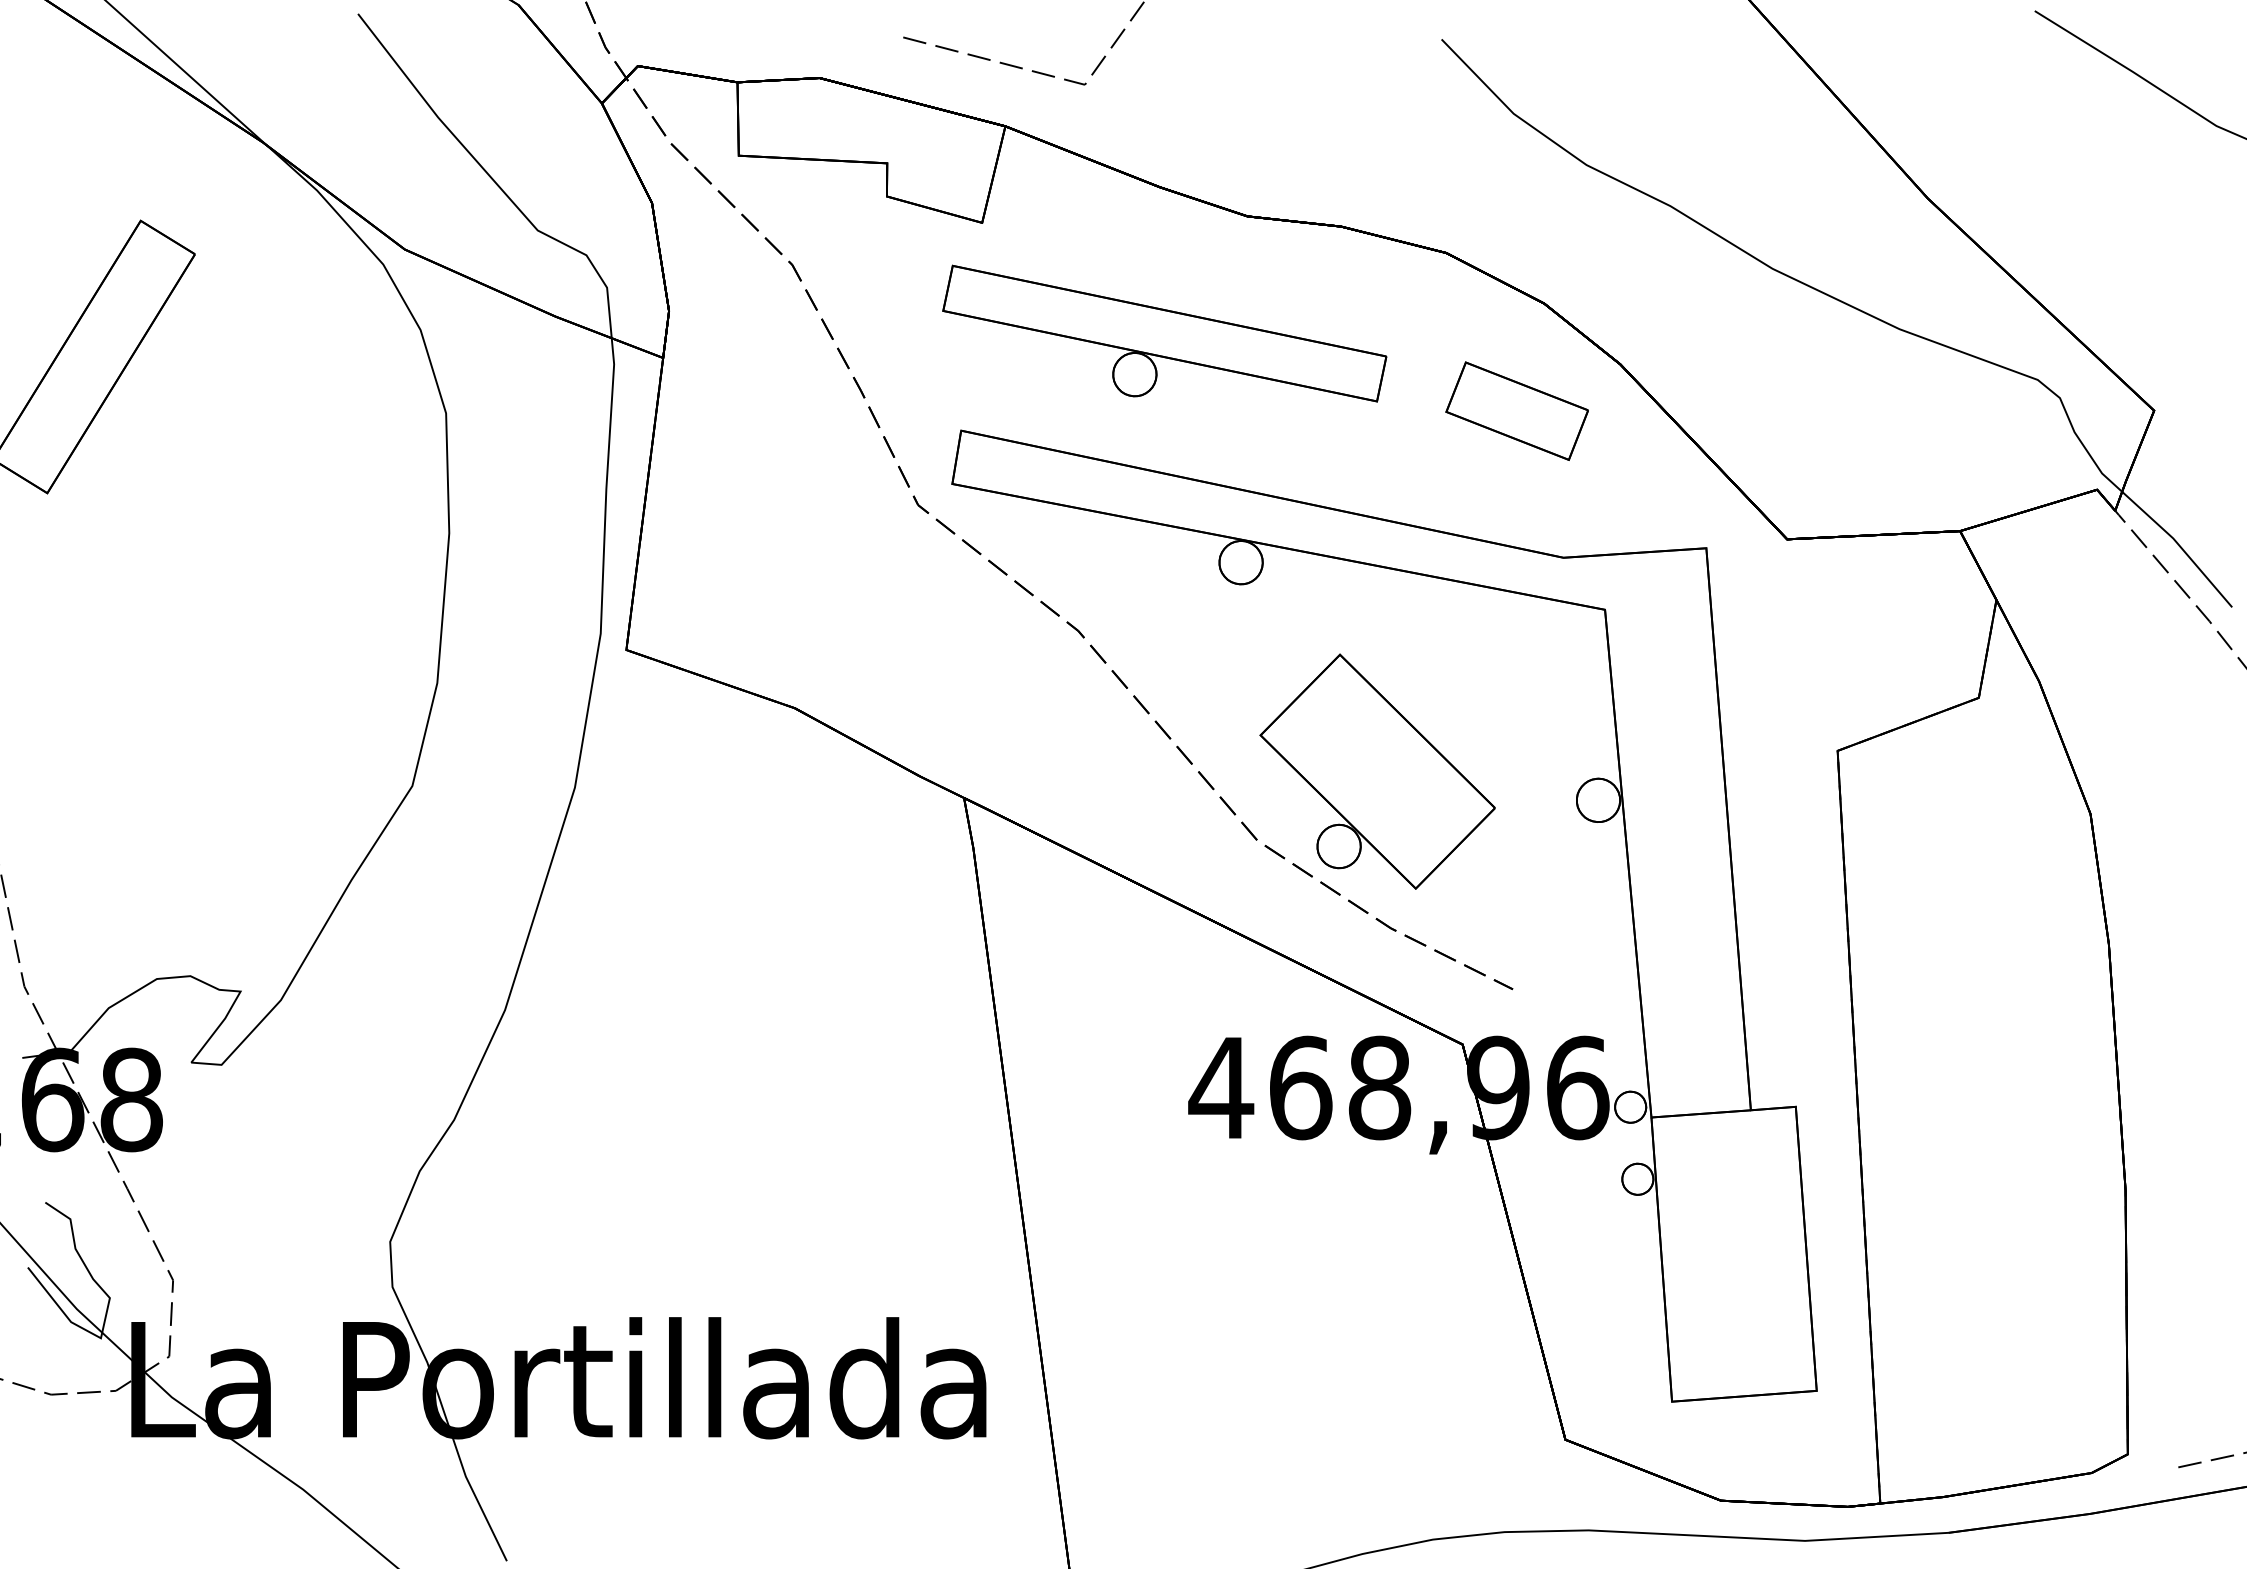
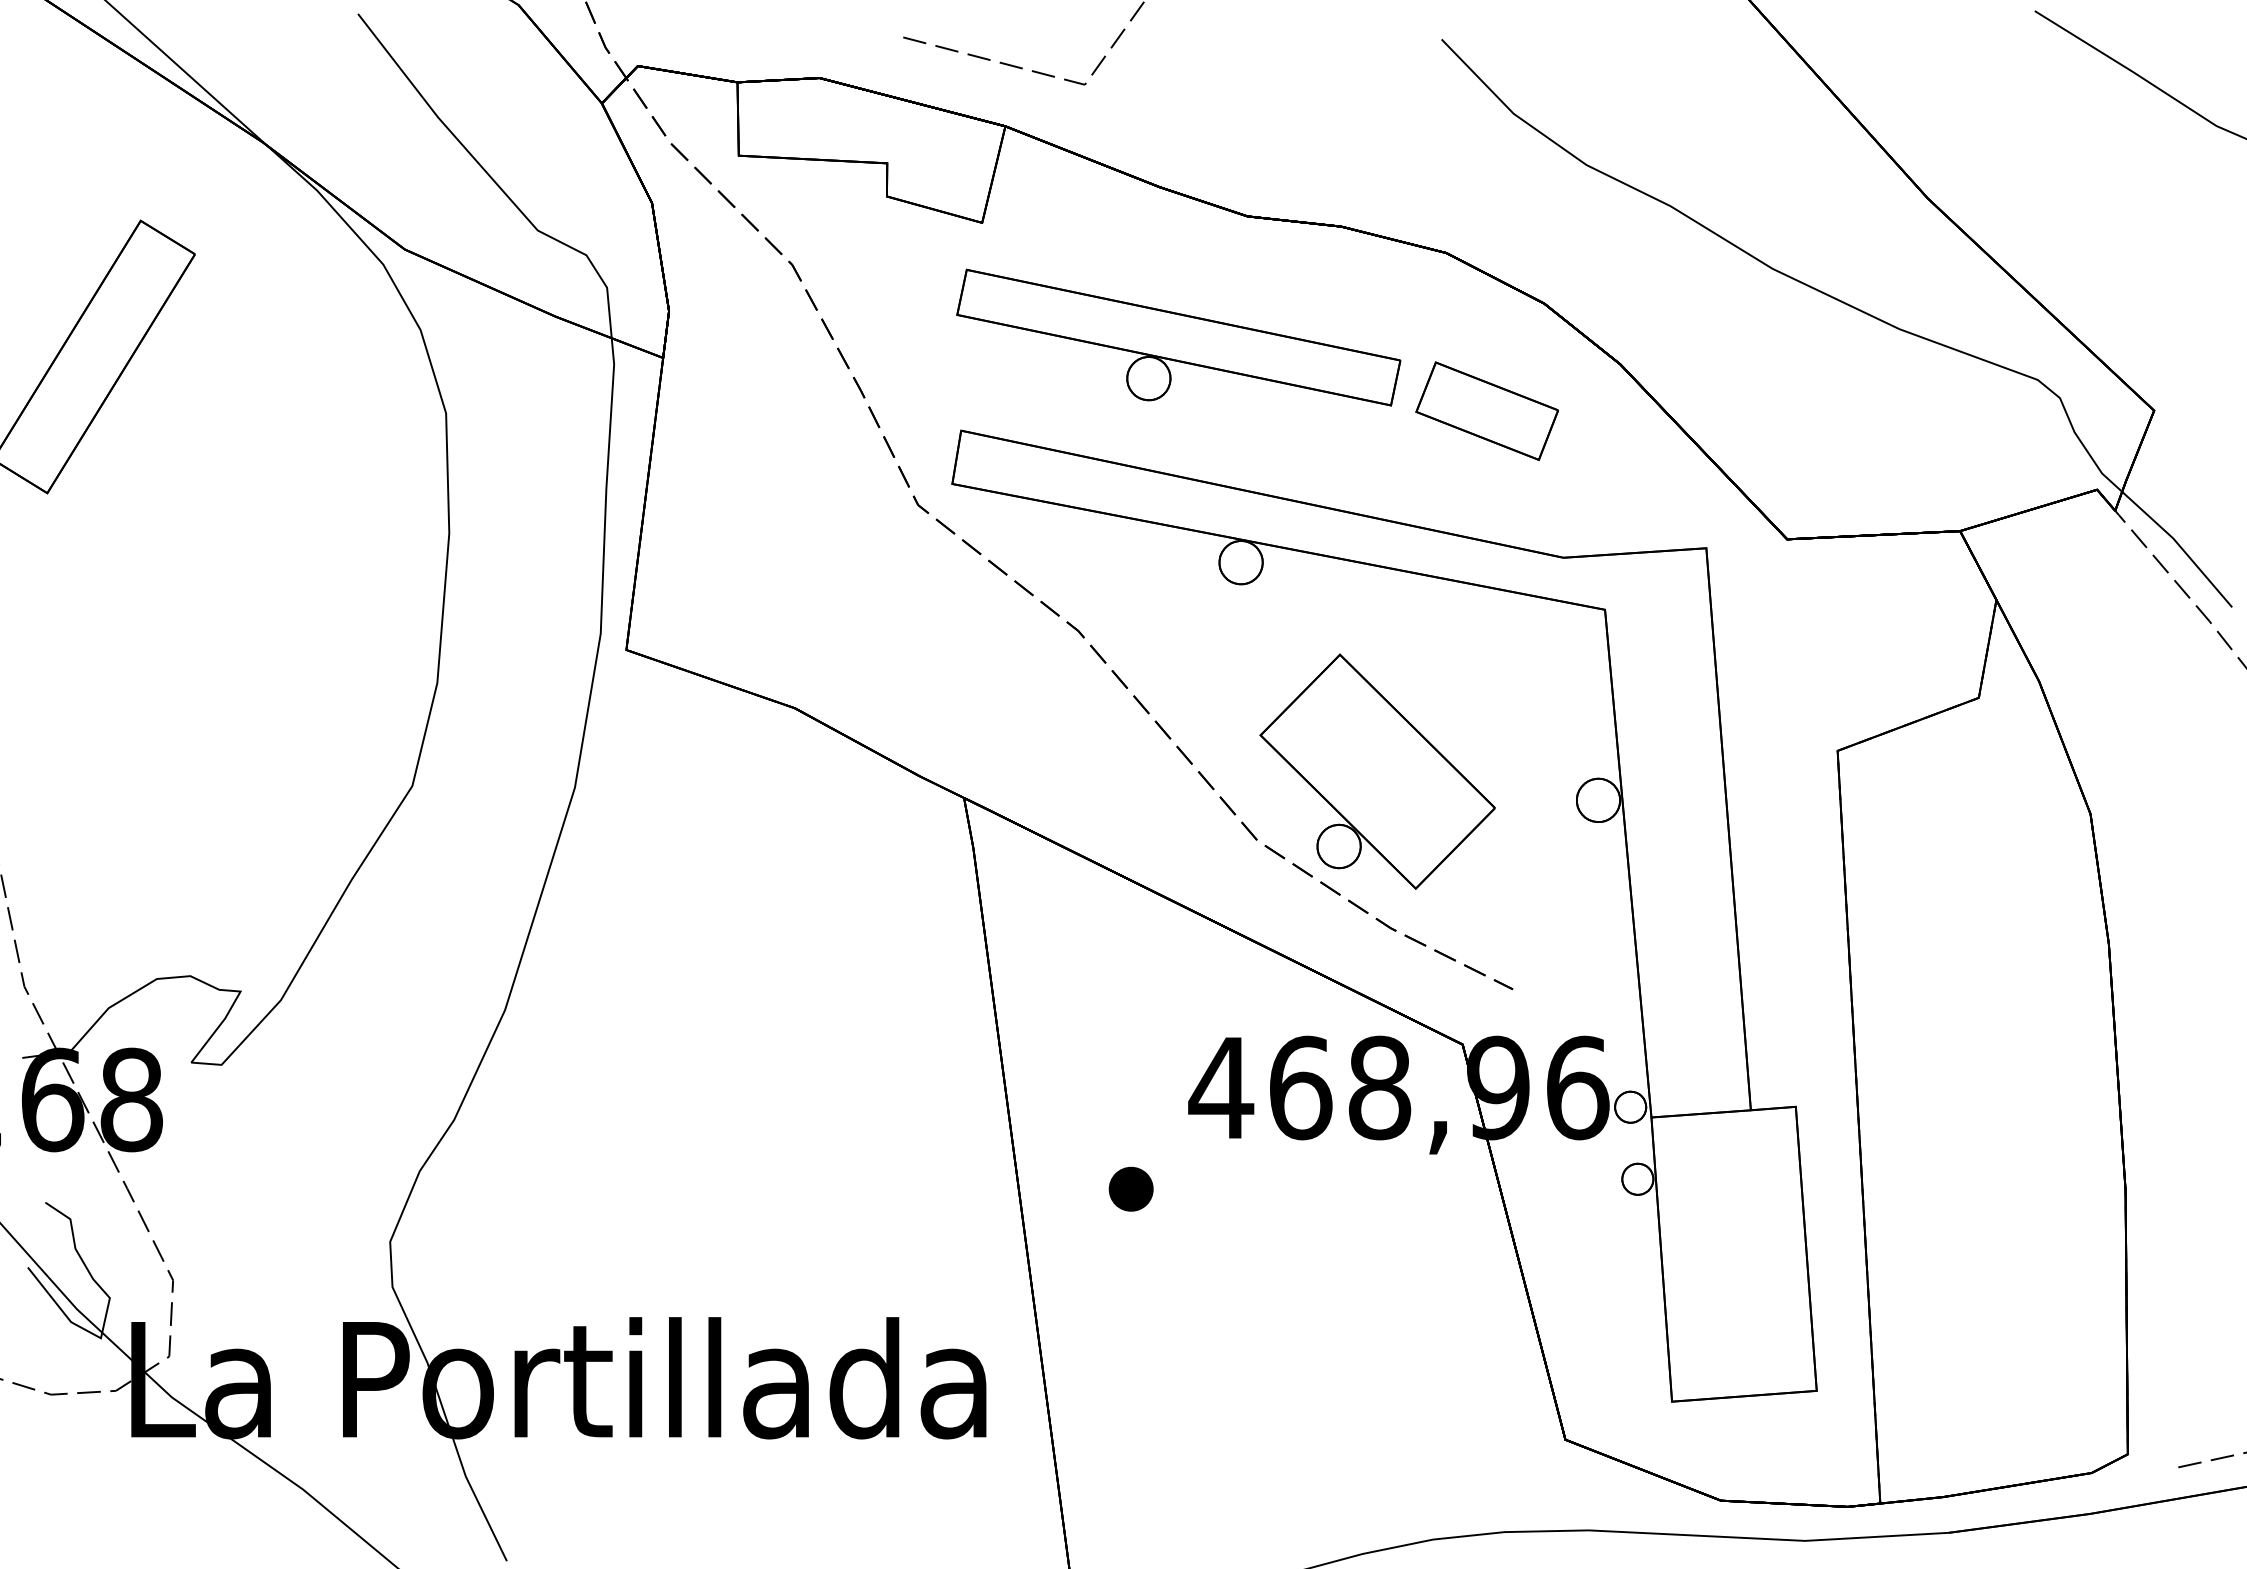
part at (1164, 333) position: (1164, 333) -> (1178, 337)
part at (1516, 410) position: (1516, 410) -> (1486, 410)
part at (1130, 1188): none -> present
